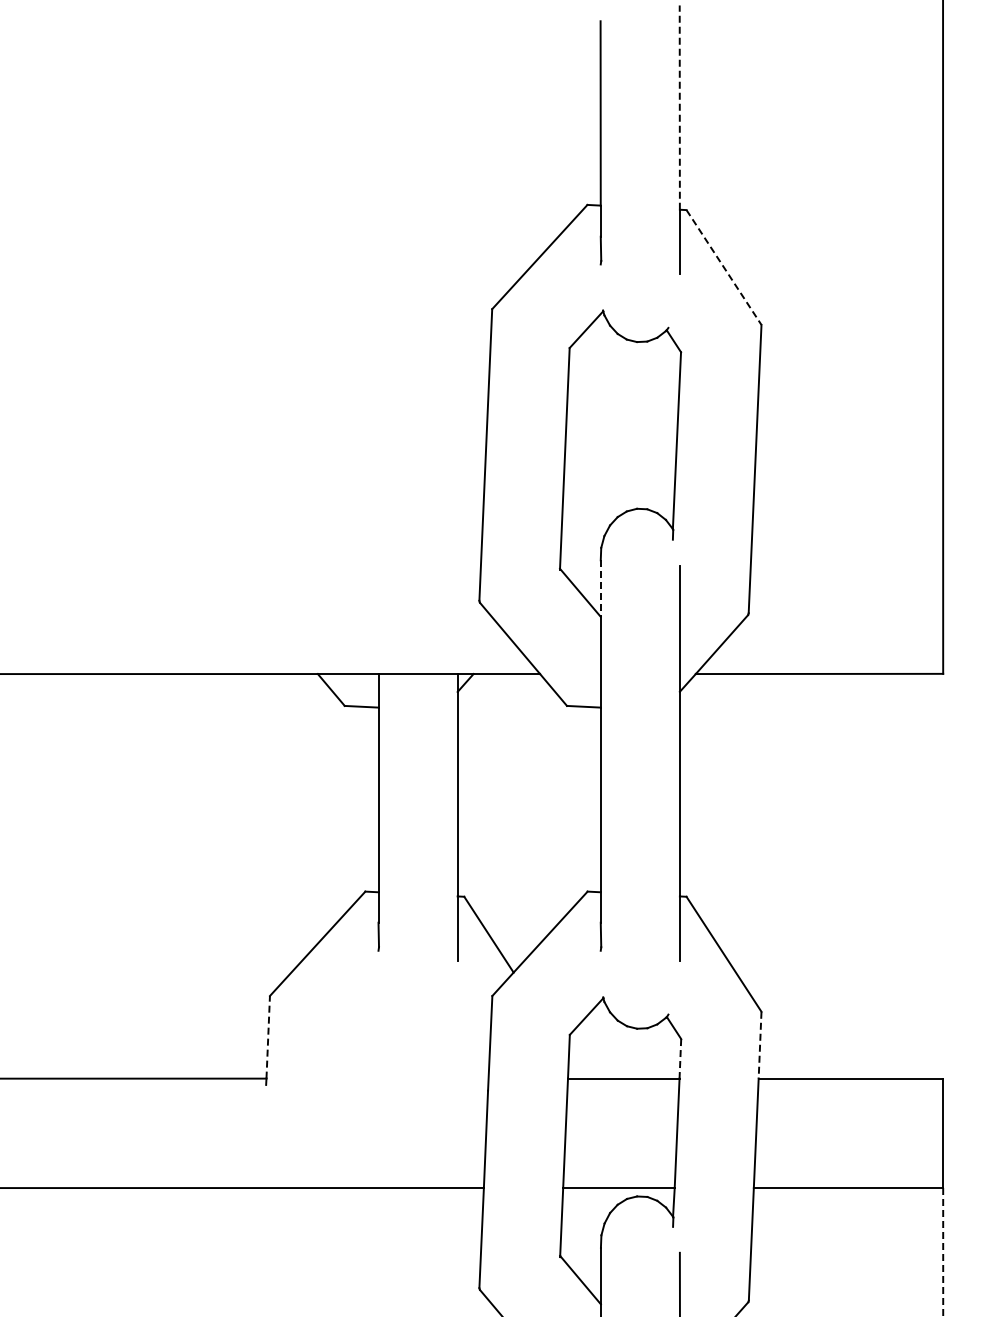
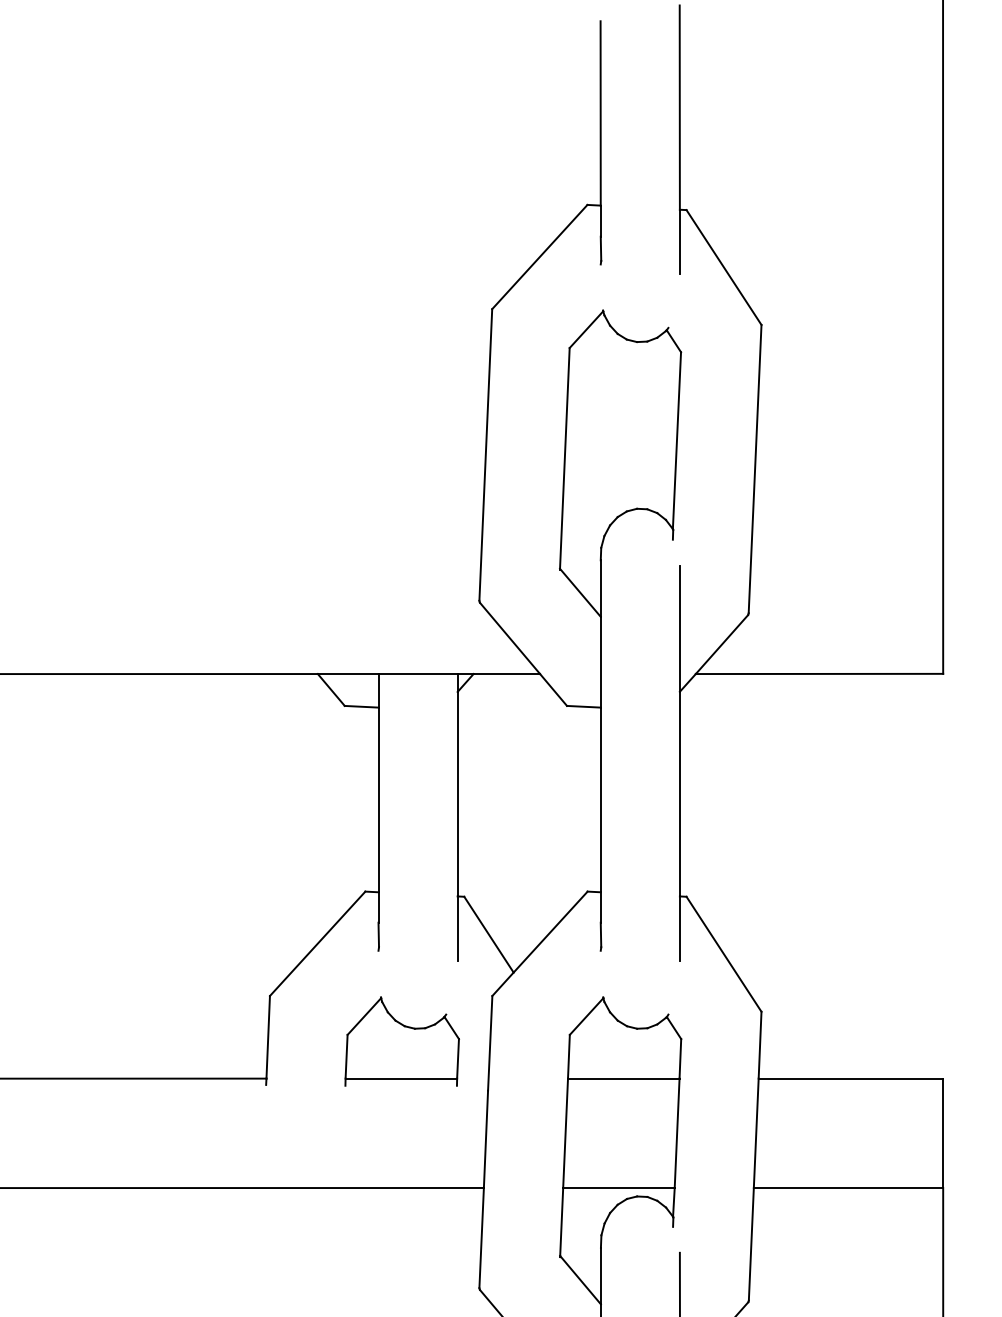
line at (679, 107): dashed -> solid
line at (724, 267): dashed -> solid
line at (600, 589): dashed -> solid
line at (268, 1036): dashed -> solid
part at (401, 1041): none -> present
line at (760, 1045): dashed -> solid
line at (680, 1058): dashed -> solid
line at (943, 1252): dashed -> solid
